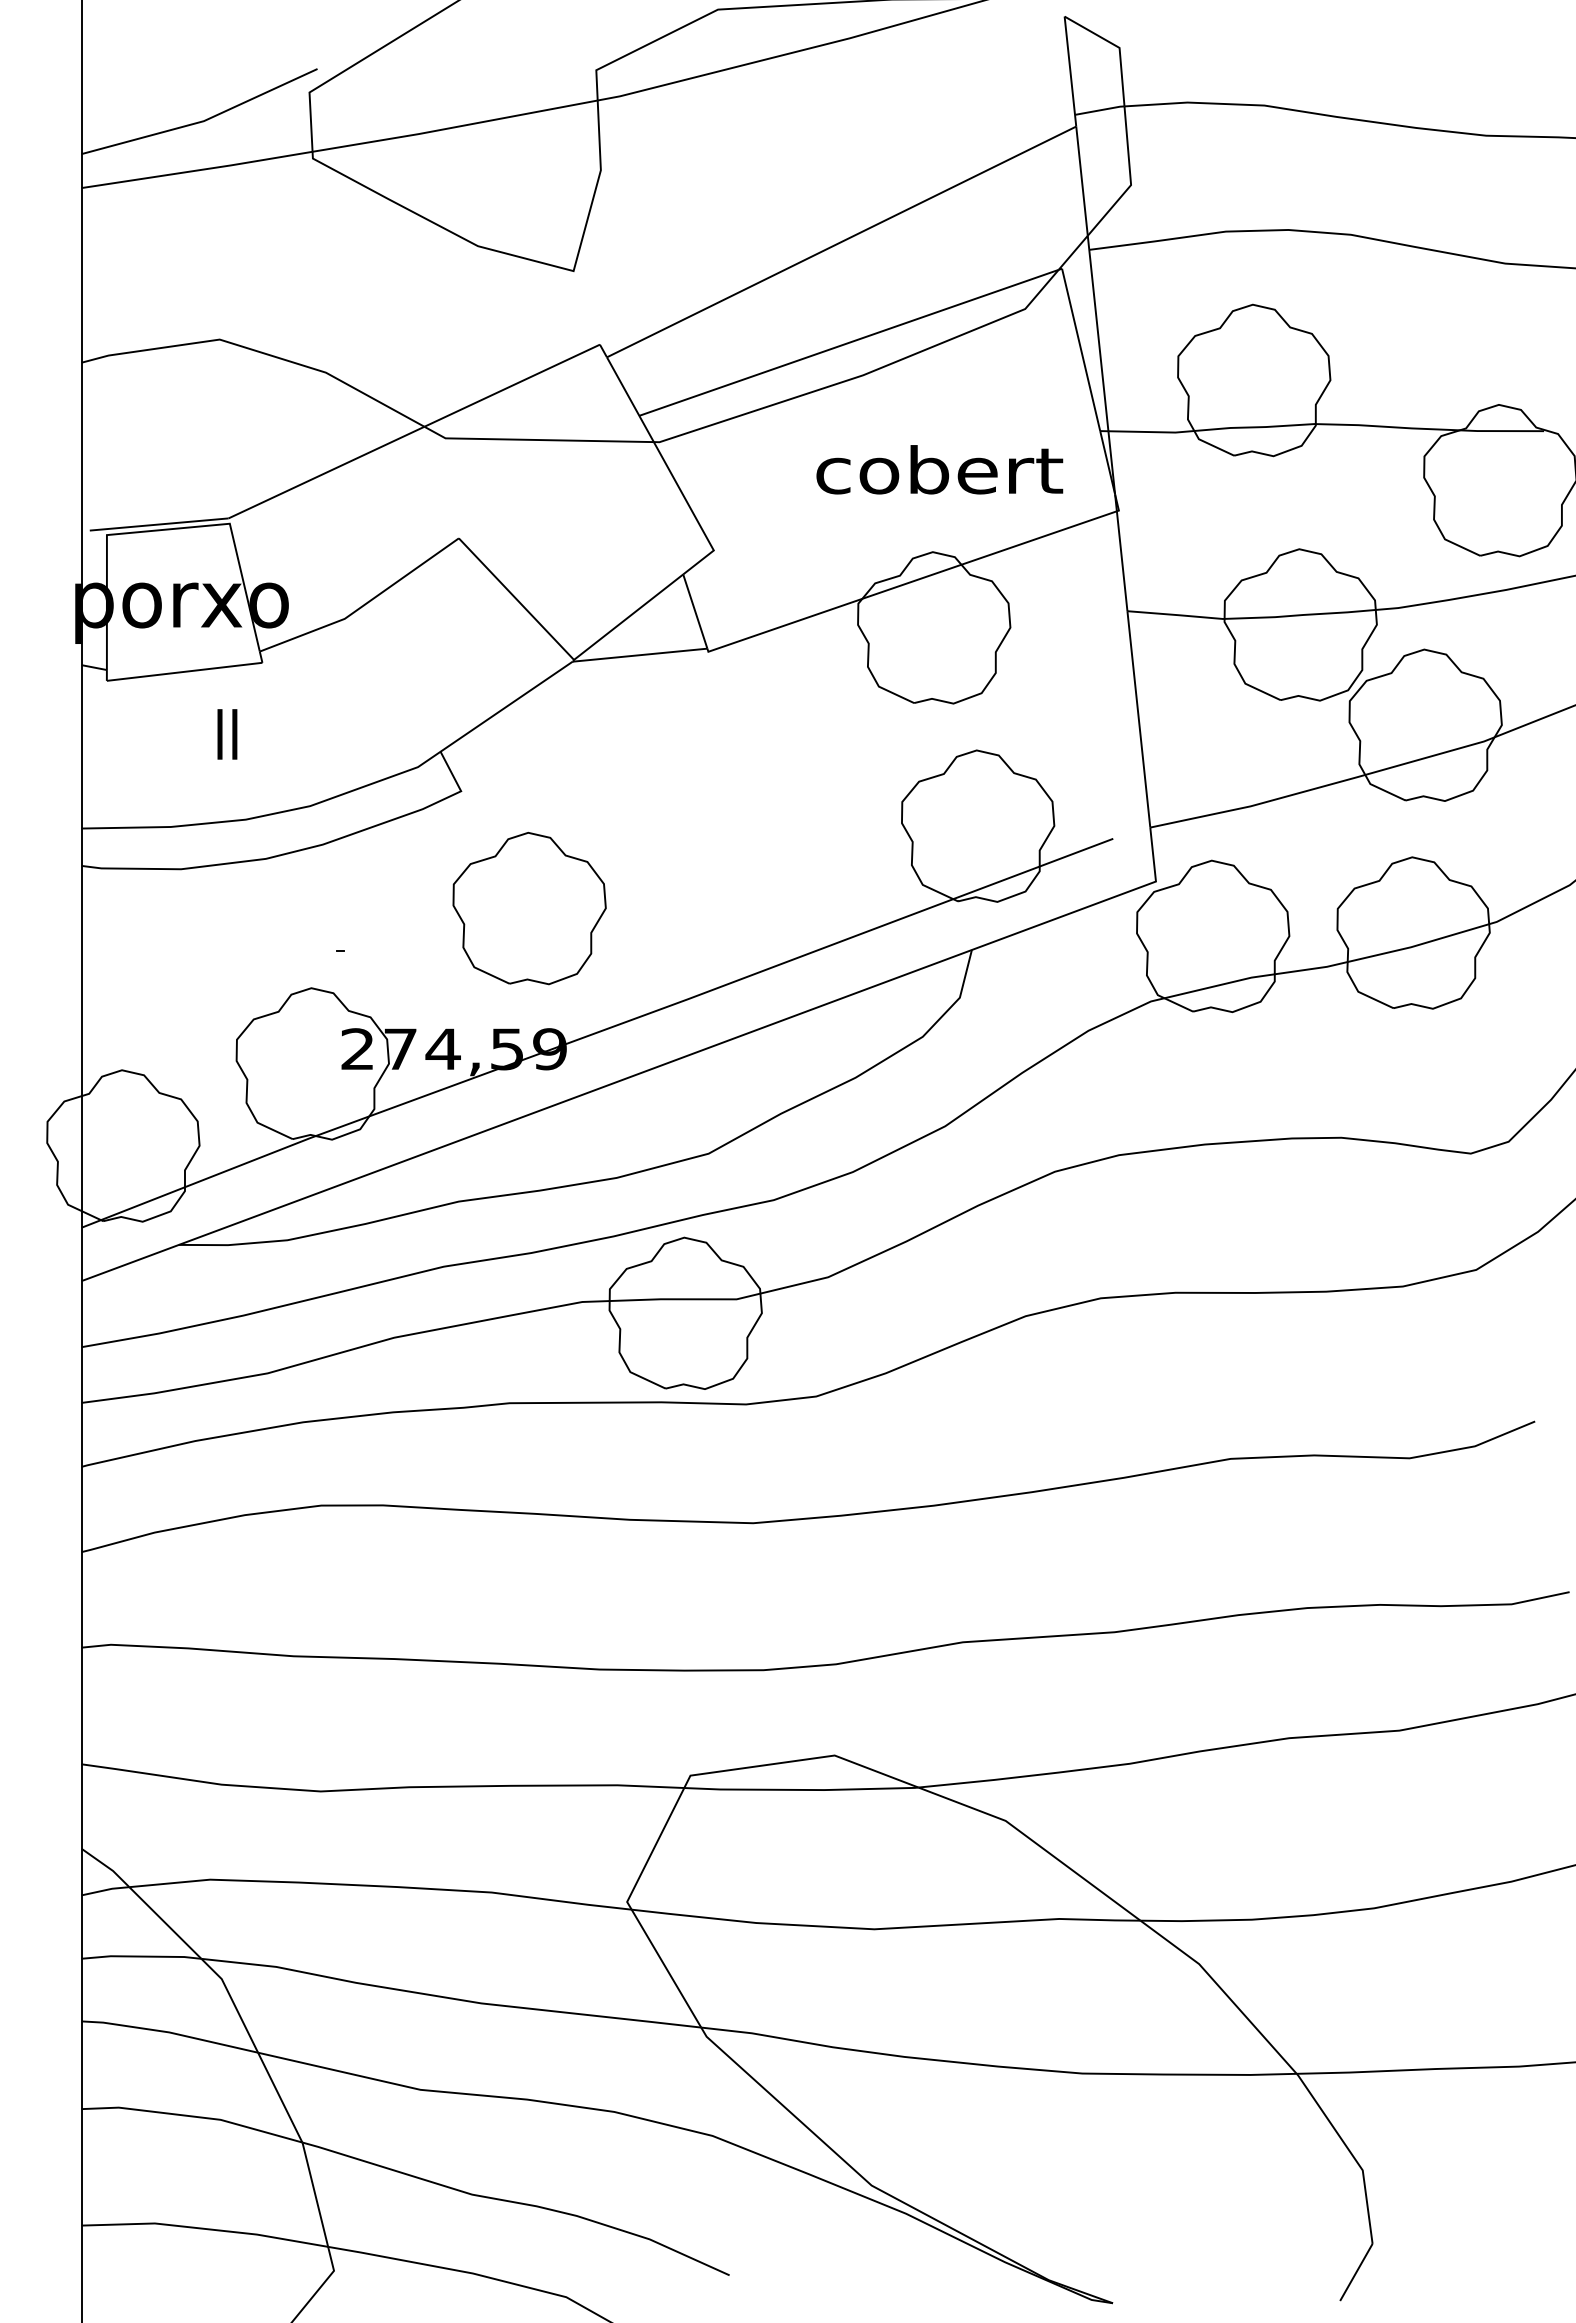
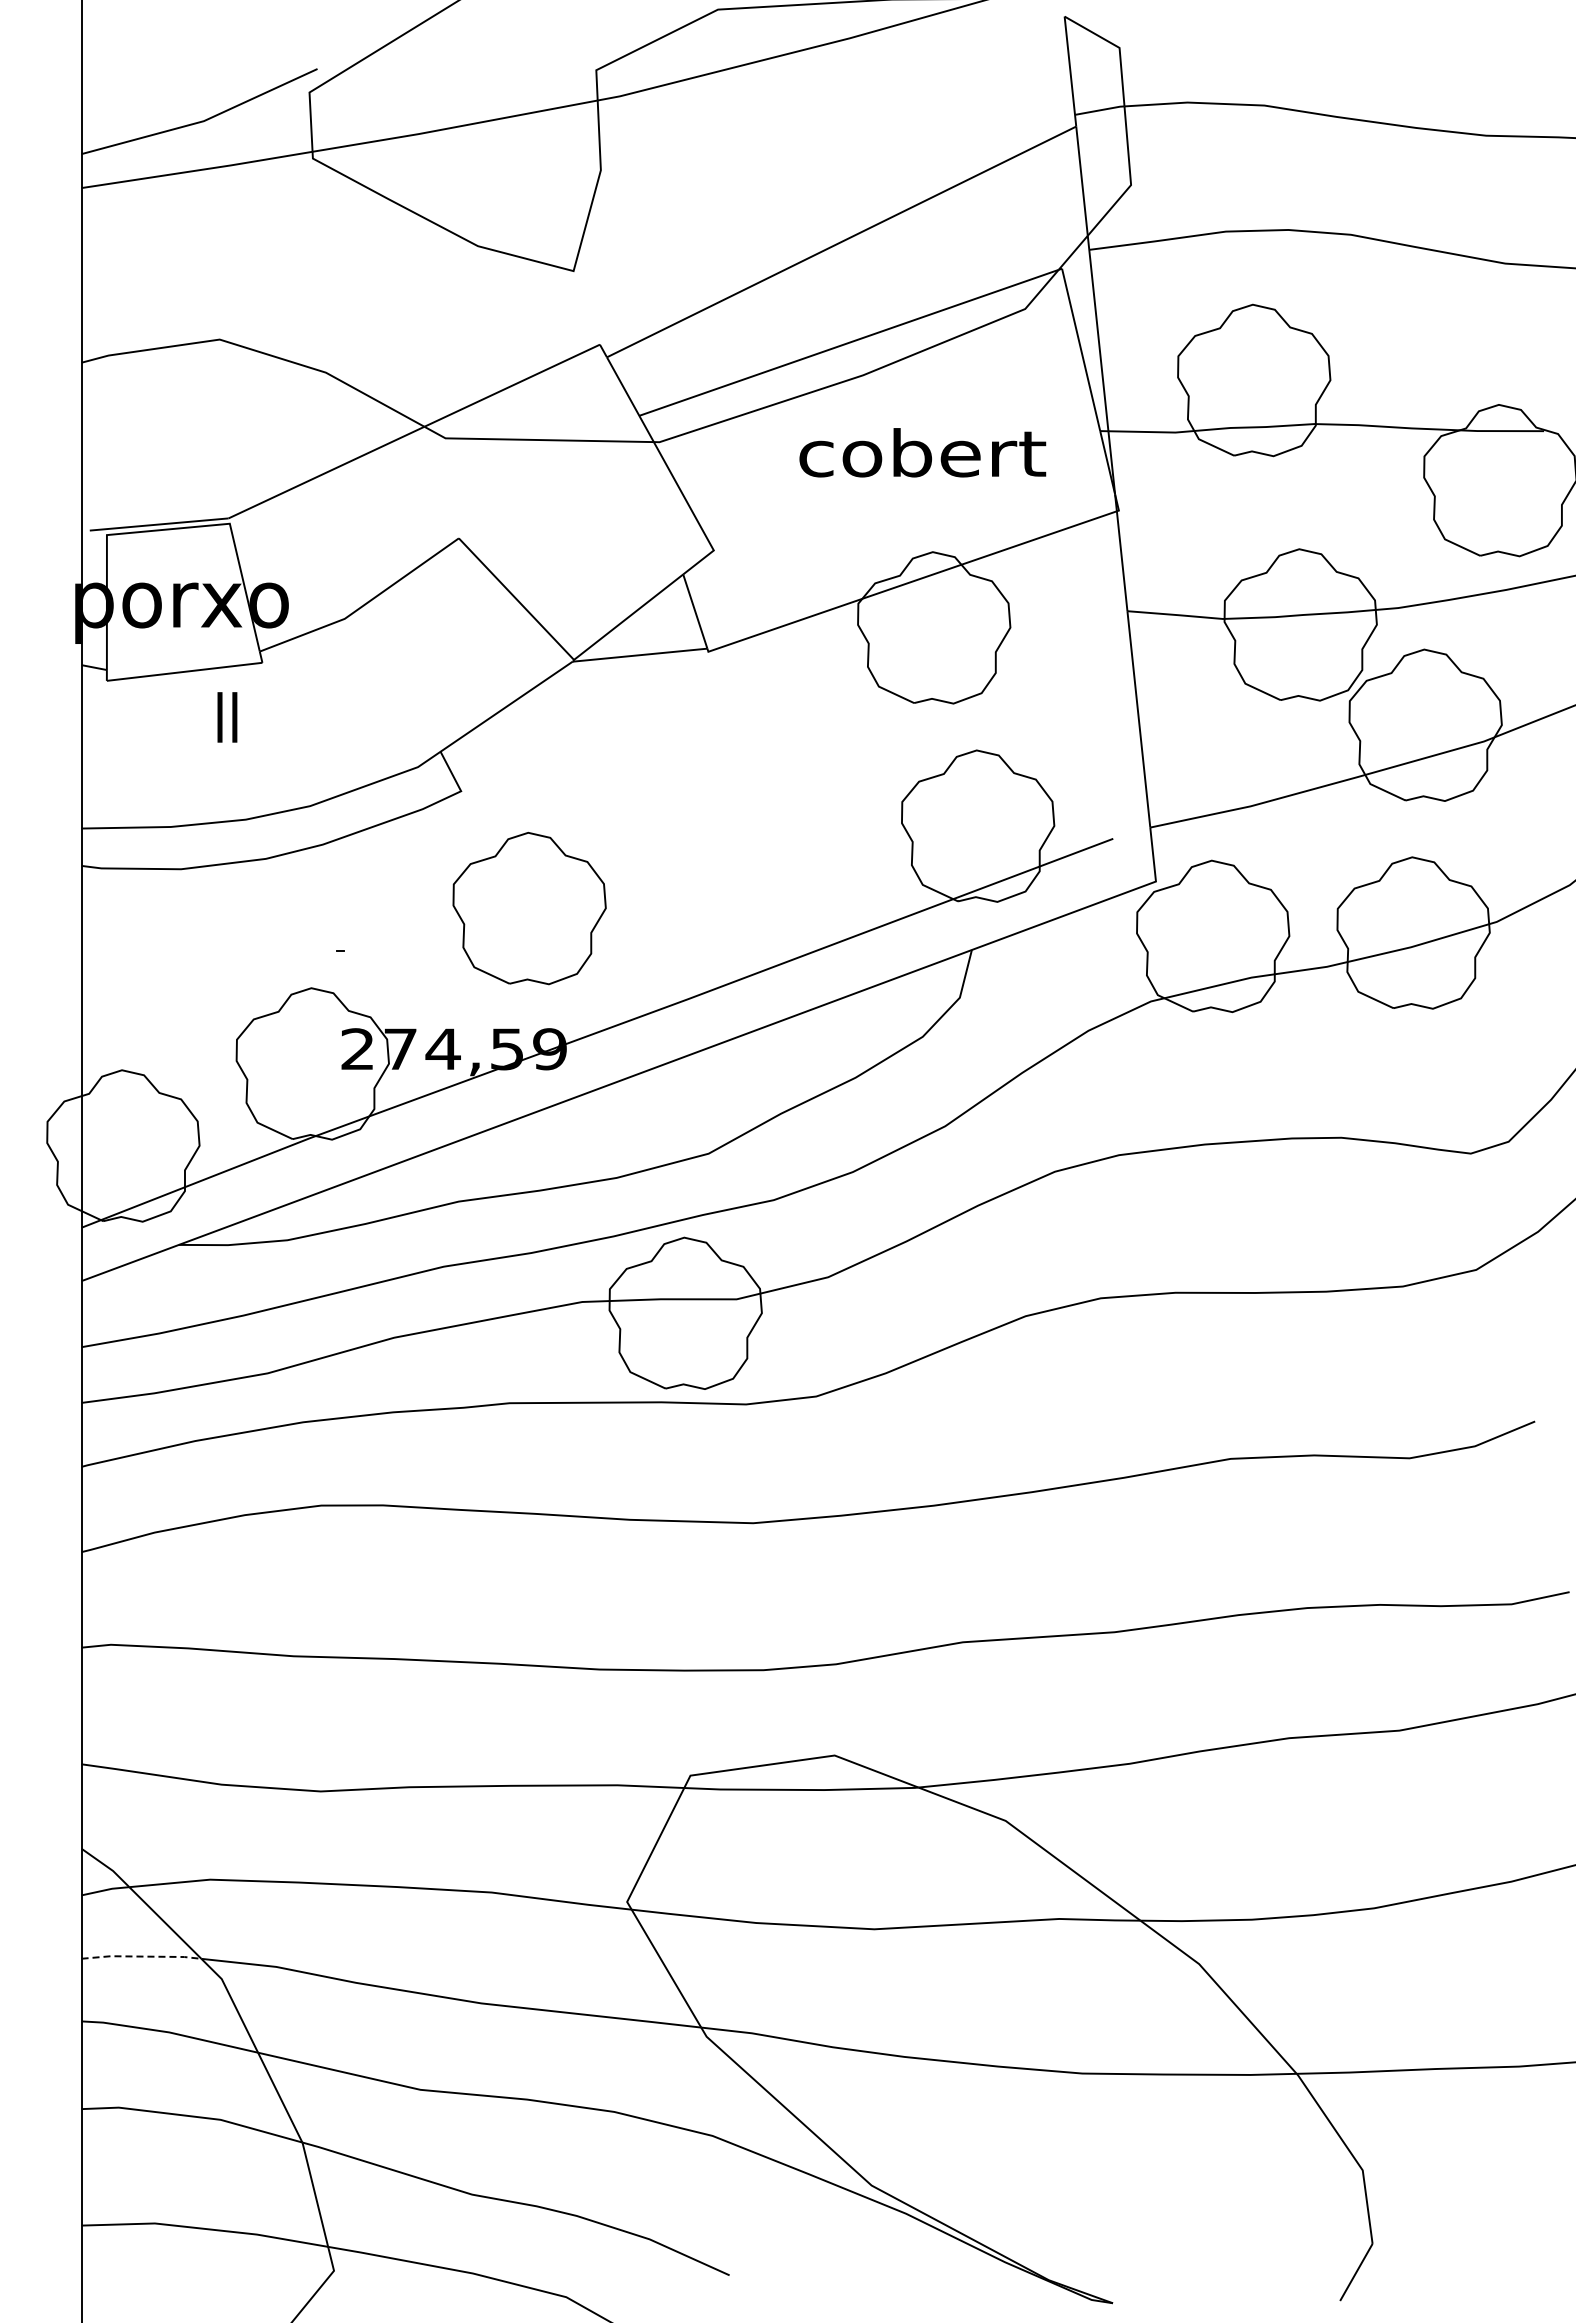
text at (939, 469) position: (939, 469) -> (922, 452)
text at (227, 734) position: (227, 734) -> (227, 717)
line at (141, 1956): solid -> dashed
